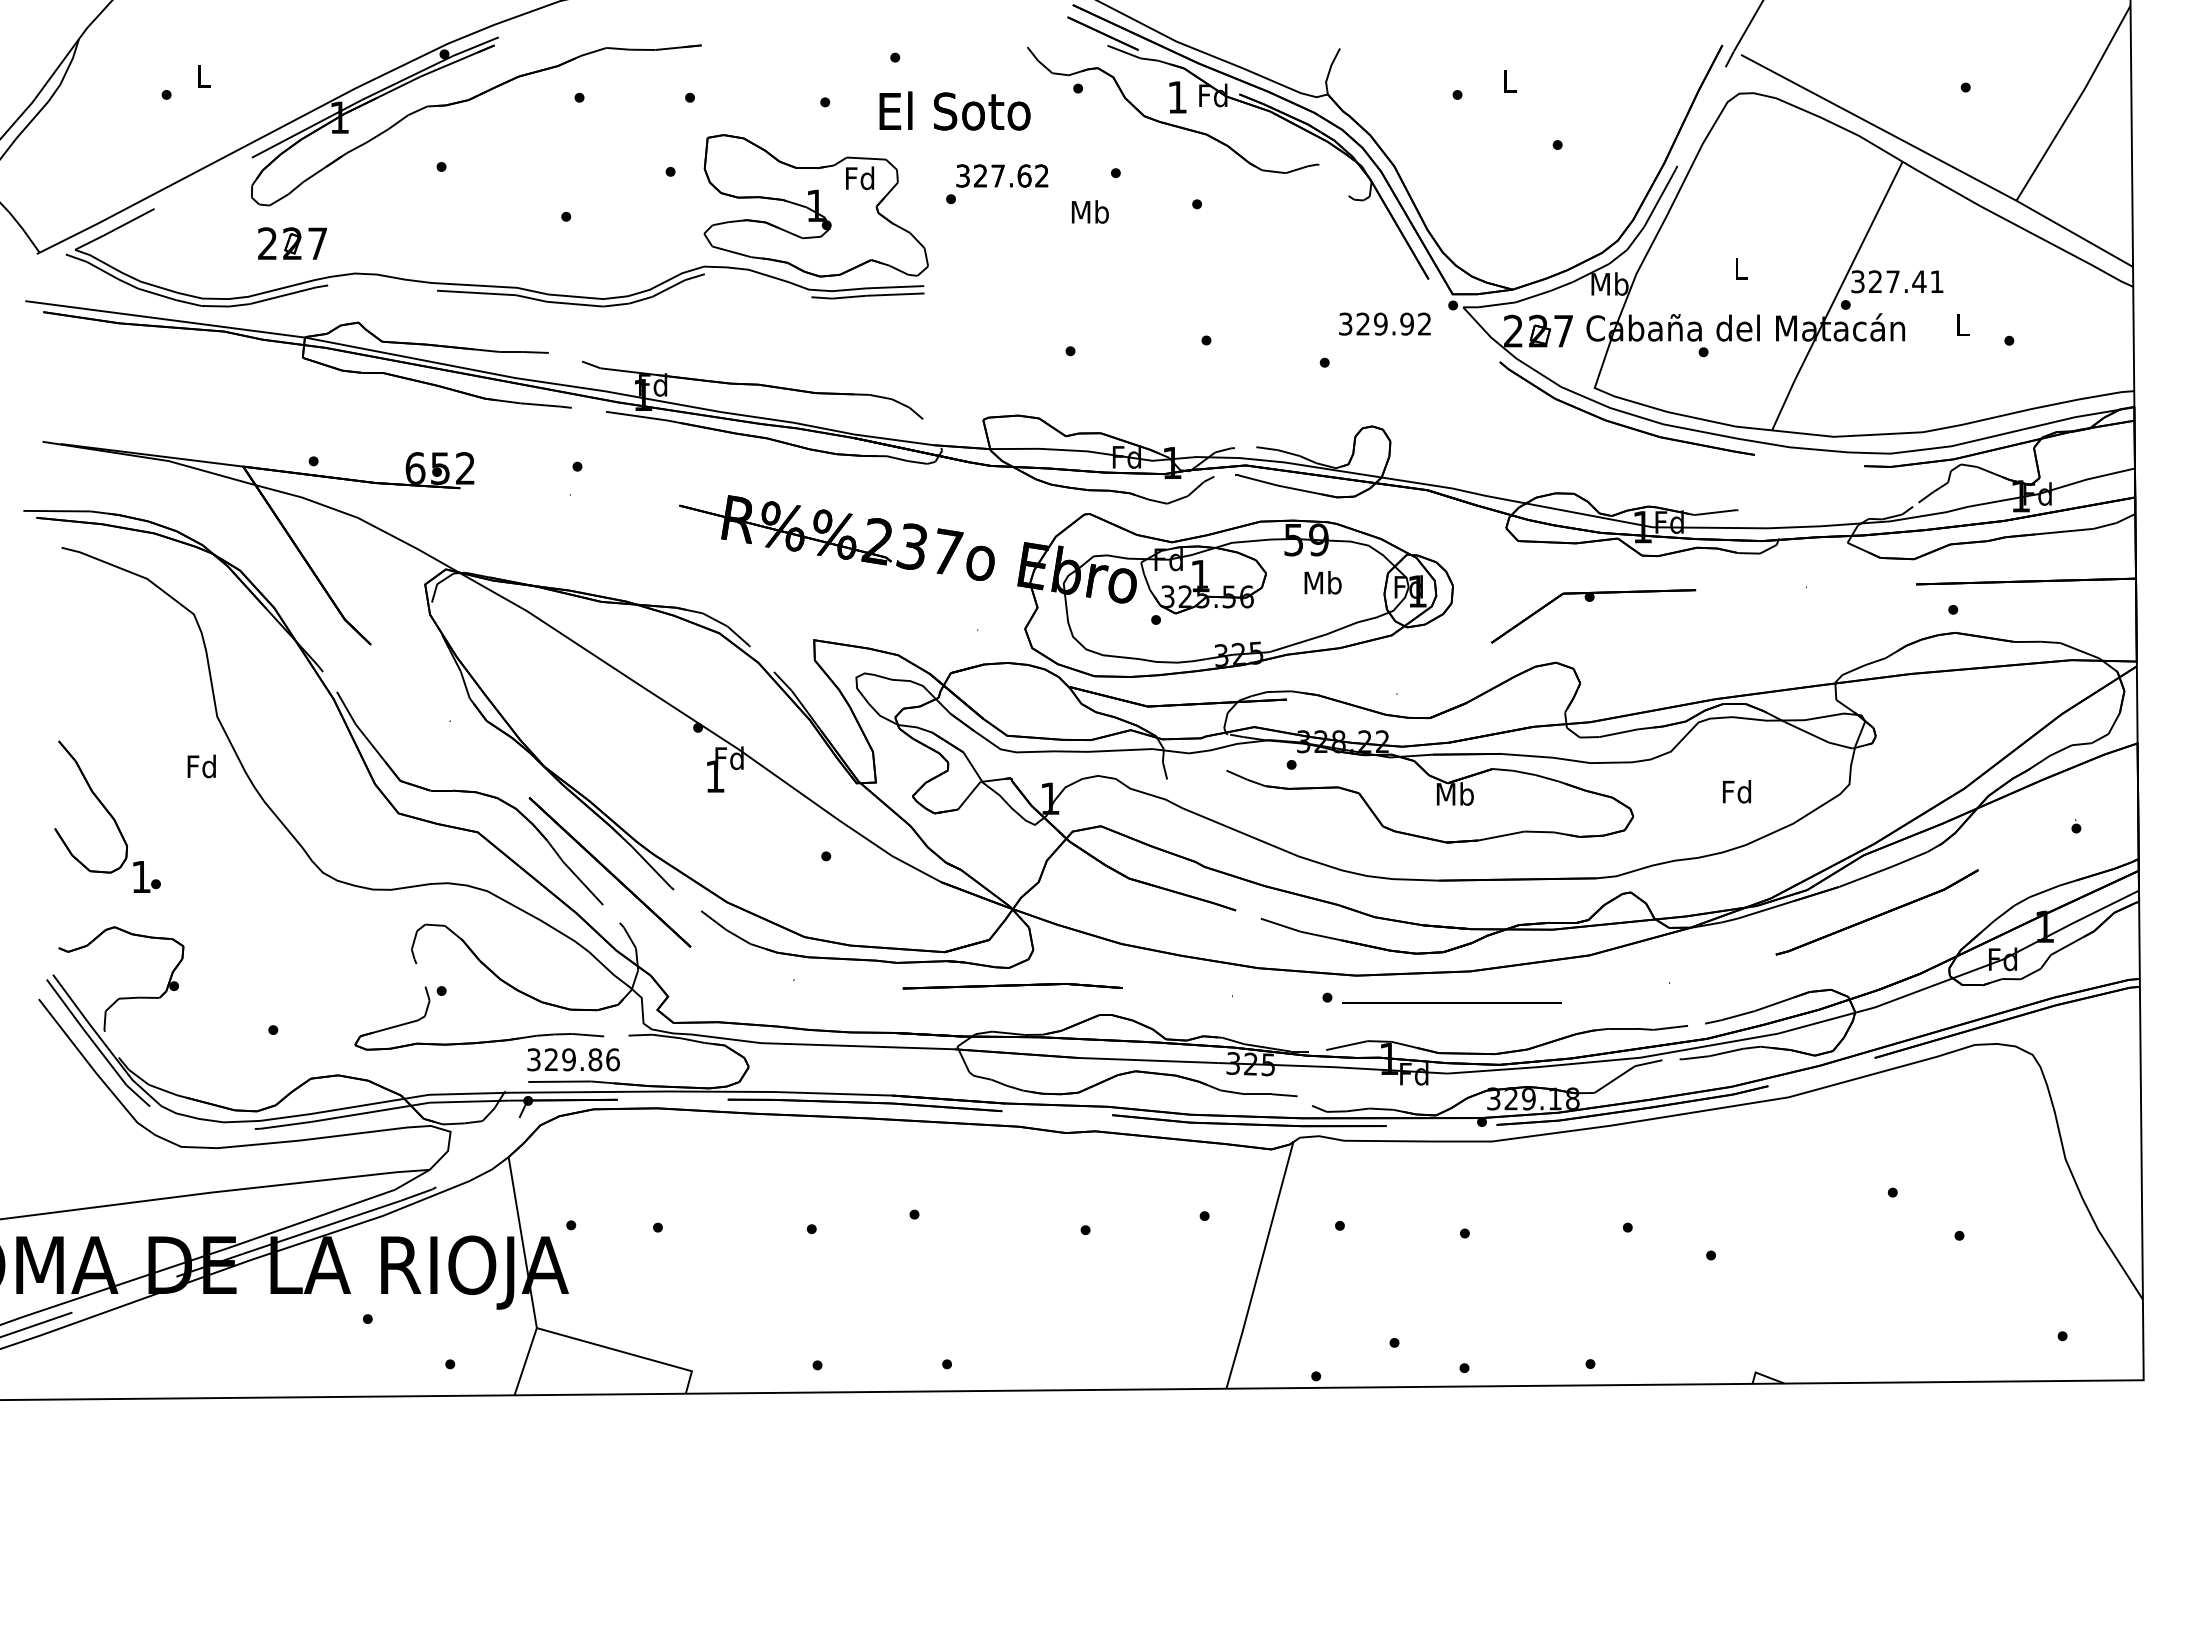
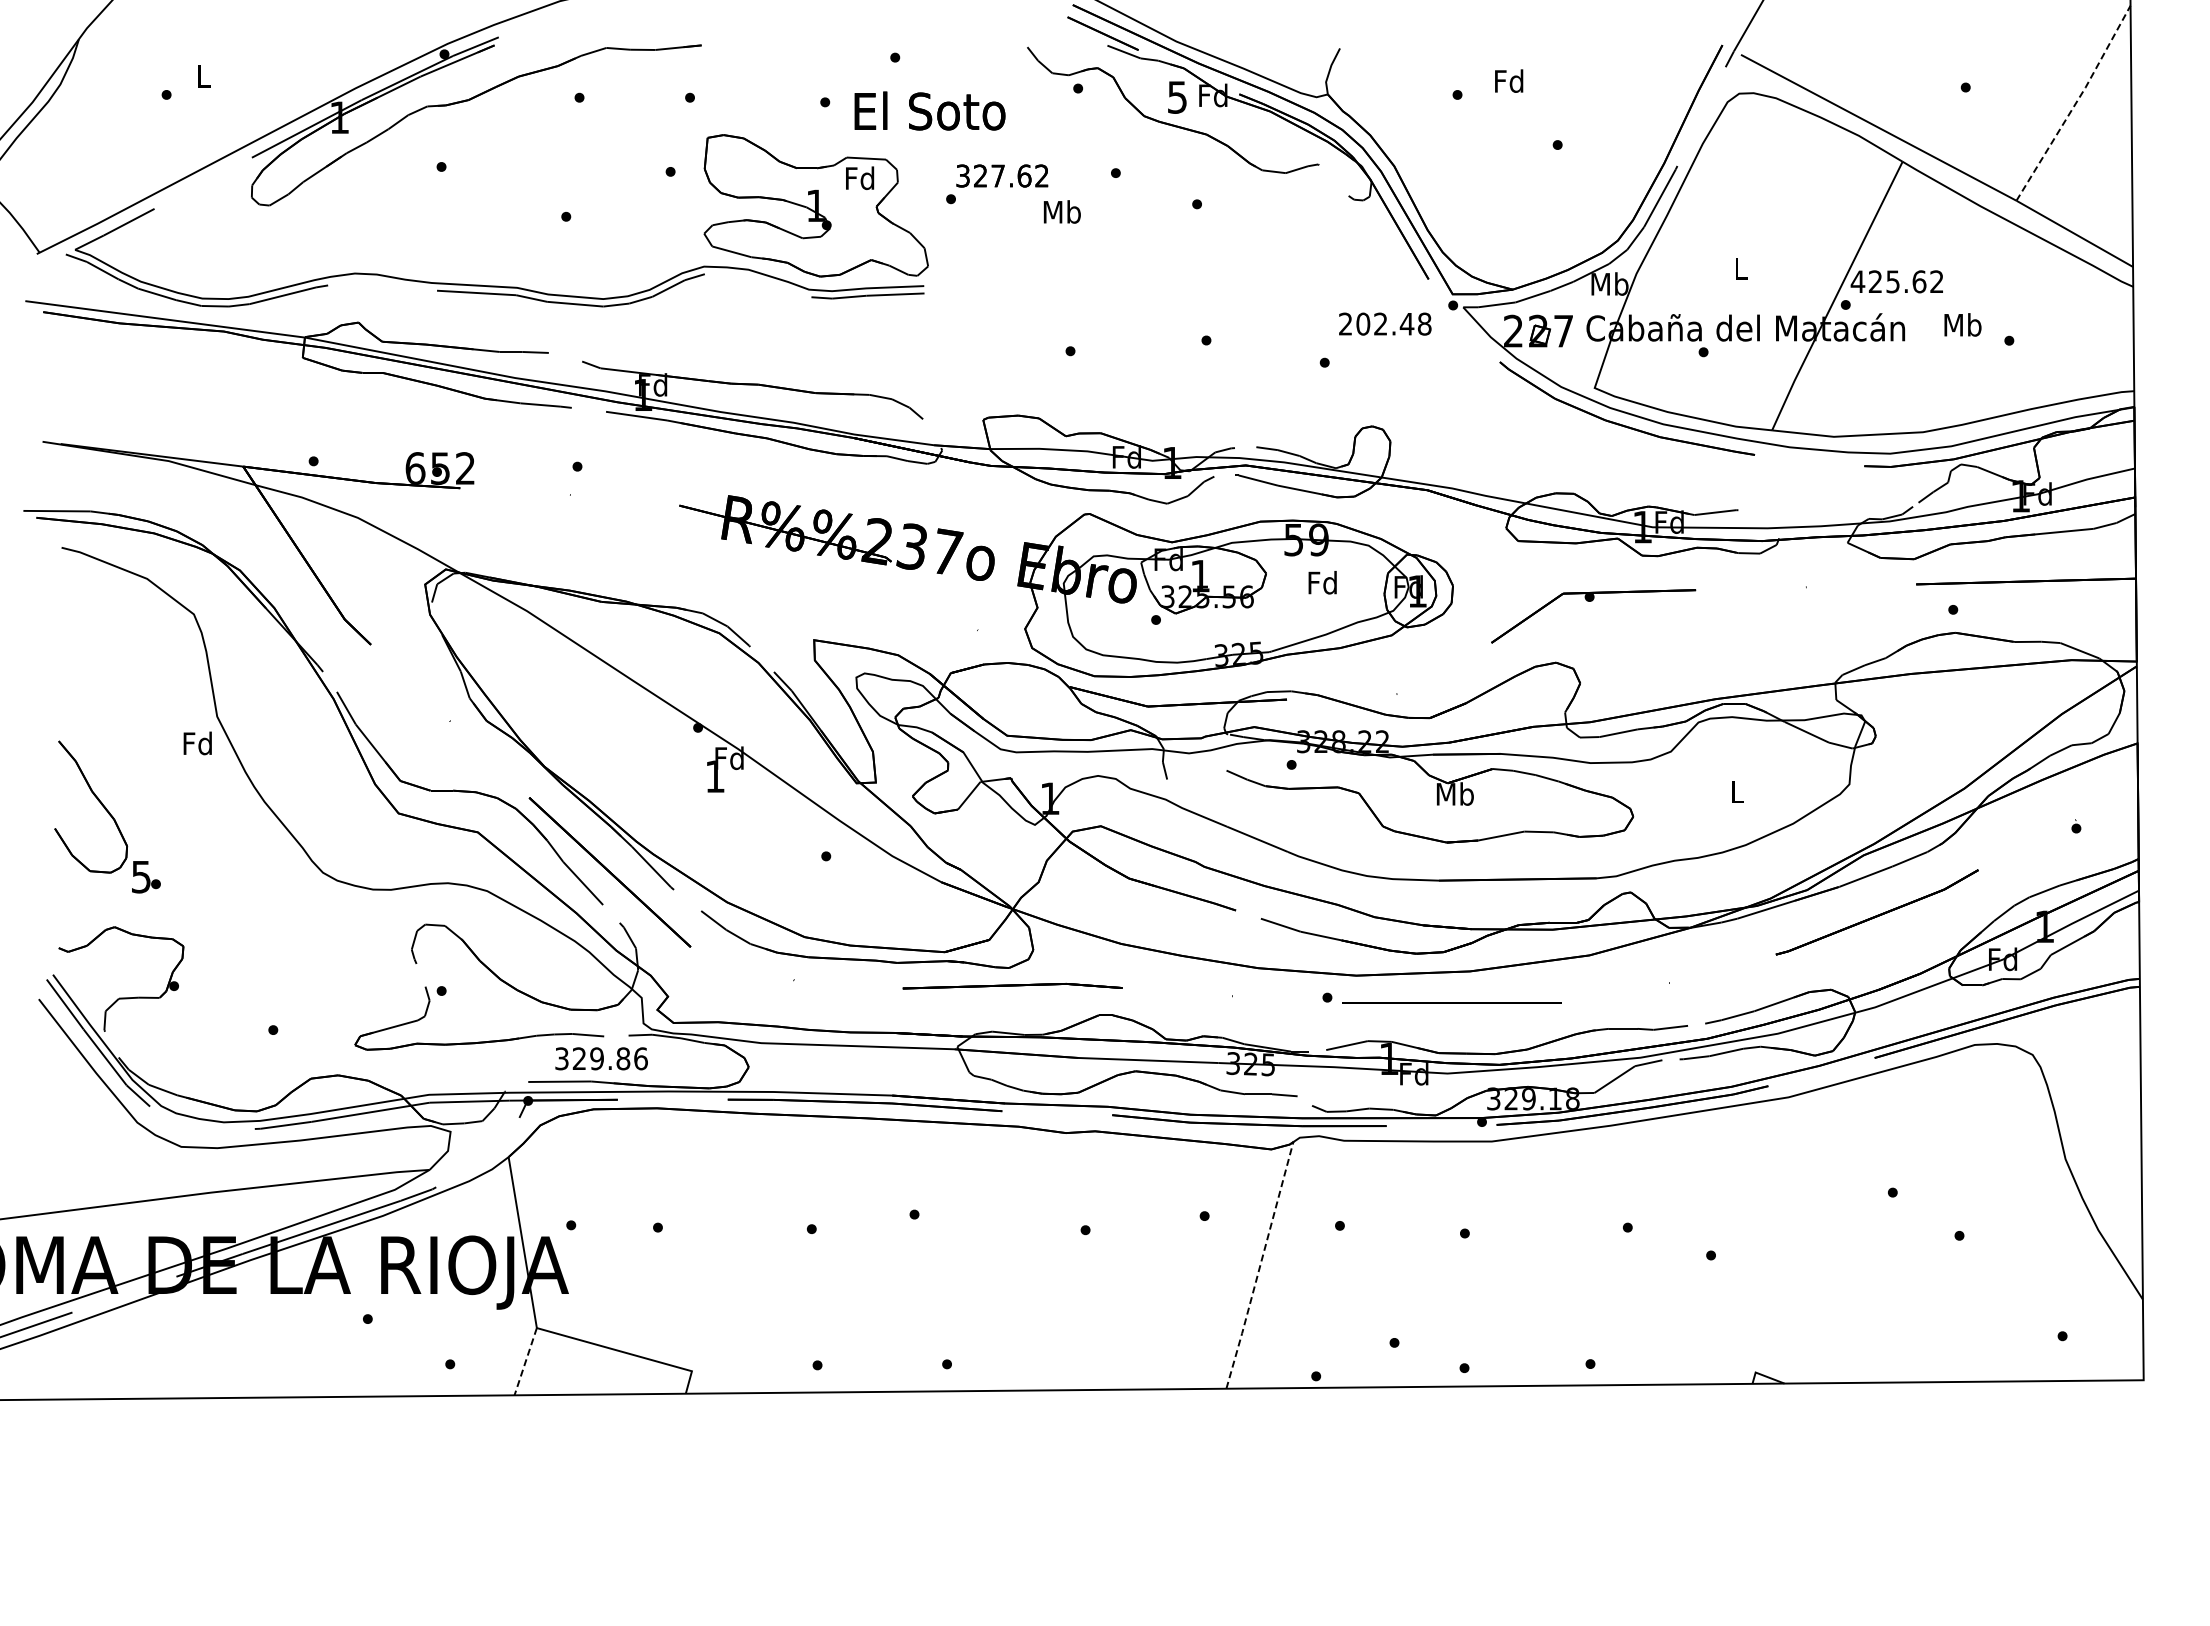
text at (1509, 80): L -> Fd
text at (1177, 97): 1 -> 5
line at (2075, 103): solid -> dashed
text at (954, 110) position: (954, 110) -> (929, 110)
text at (1089, 211) position: (1089, 211) -> (1061, 211)
part at (292, 243): present -> none
text at (1896, 281): 327.41 -> 425.62
text at (1385, 323): 329.92 -> 202.48
text at (1962, 324): L -> Mb
text at (1322, 582): Mb -> Fd
text at (201, 766) position: (201, 766) -> (197, 743)
text at (1737, 791): Fd -> L
text at (141, 877): 1 -> 5
text at (573, 1059) position: (573, 1059) -> (601, 1058)
line at (1260, 1265): solid -> dashed
line at (525, 1362): solid -> dashed
